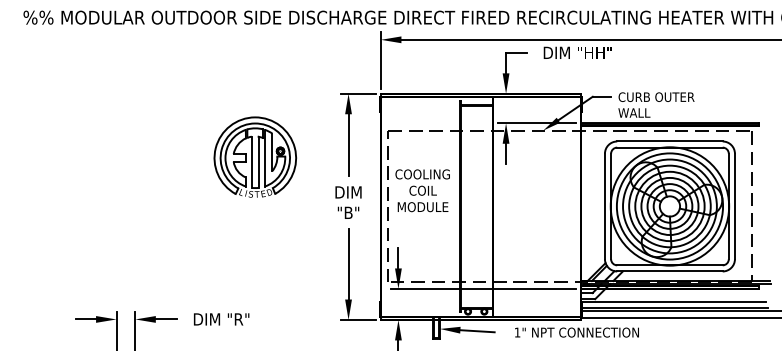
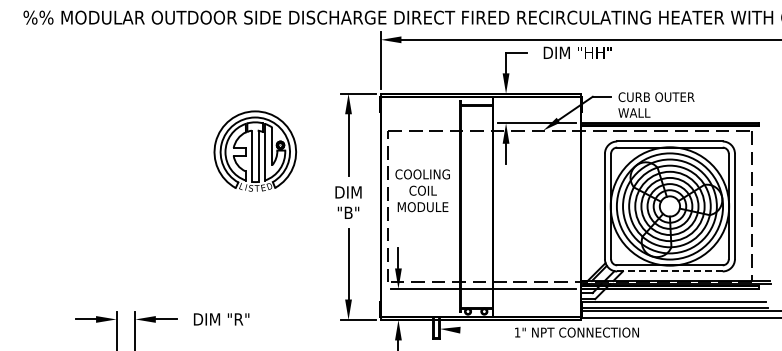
part at (255, 156) position: (255, 156) -> (255, 150)
line at (669, 271): solid -> dashed
line at (477, 331): present -> none
